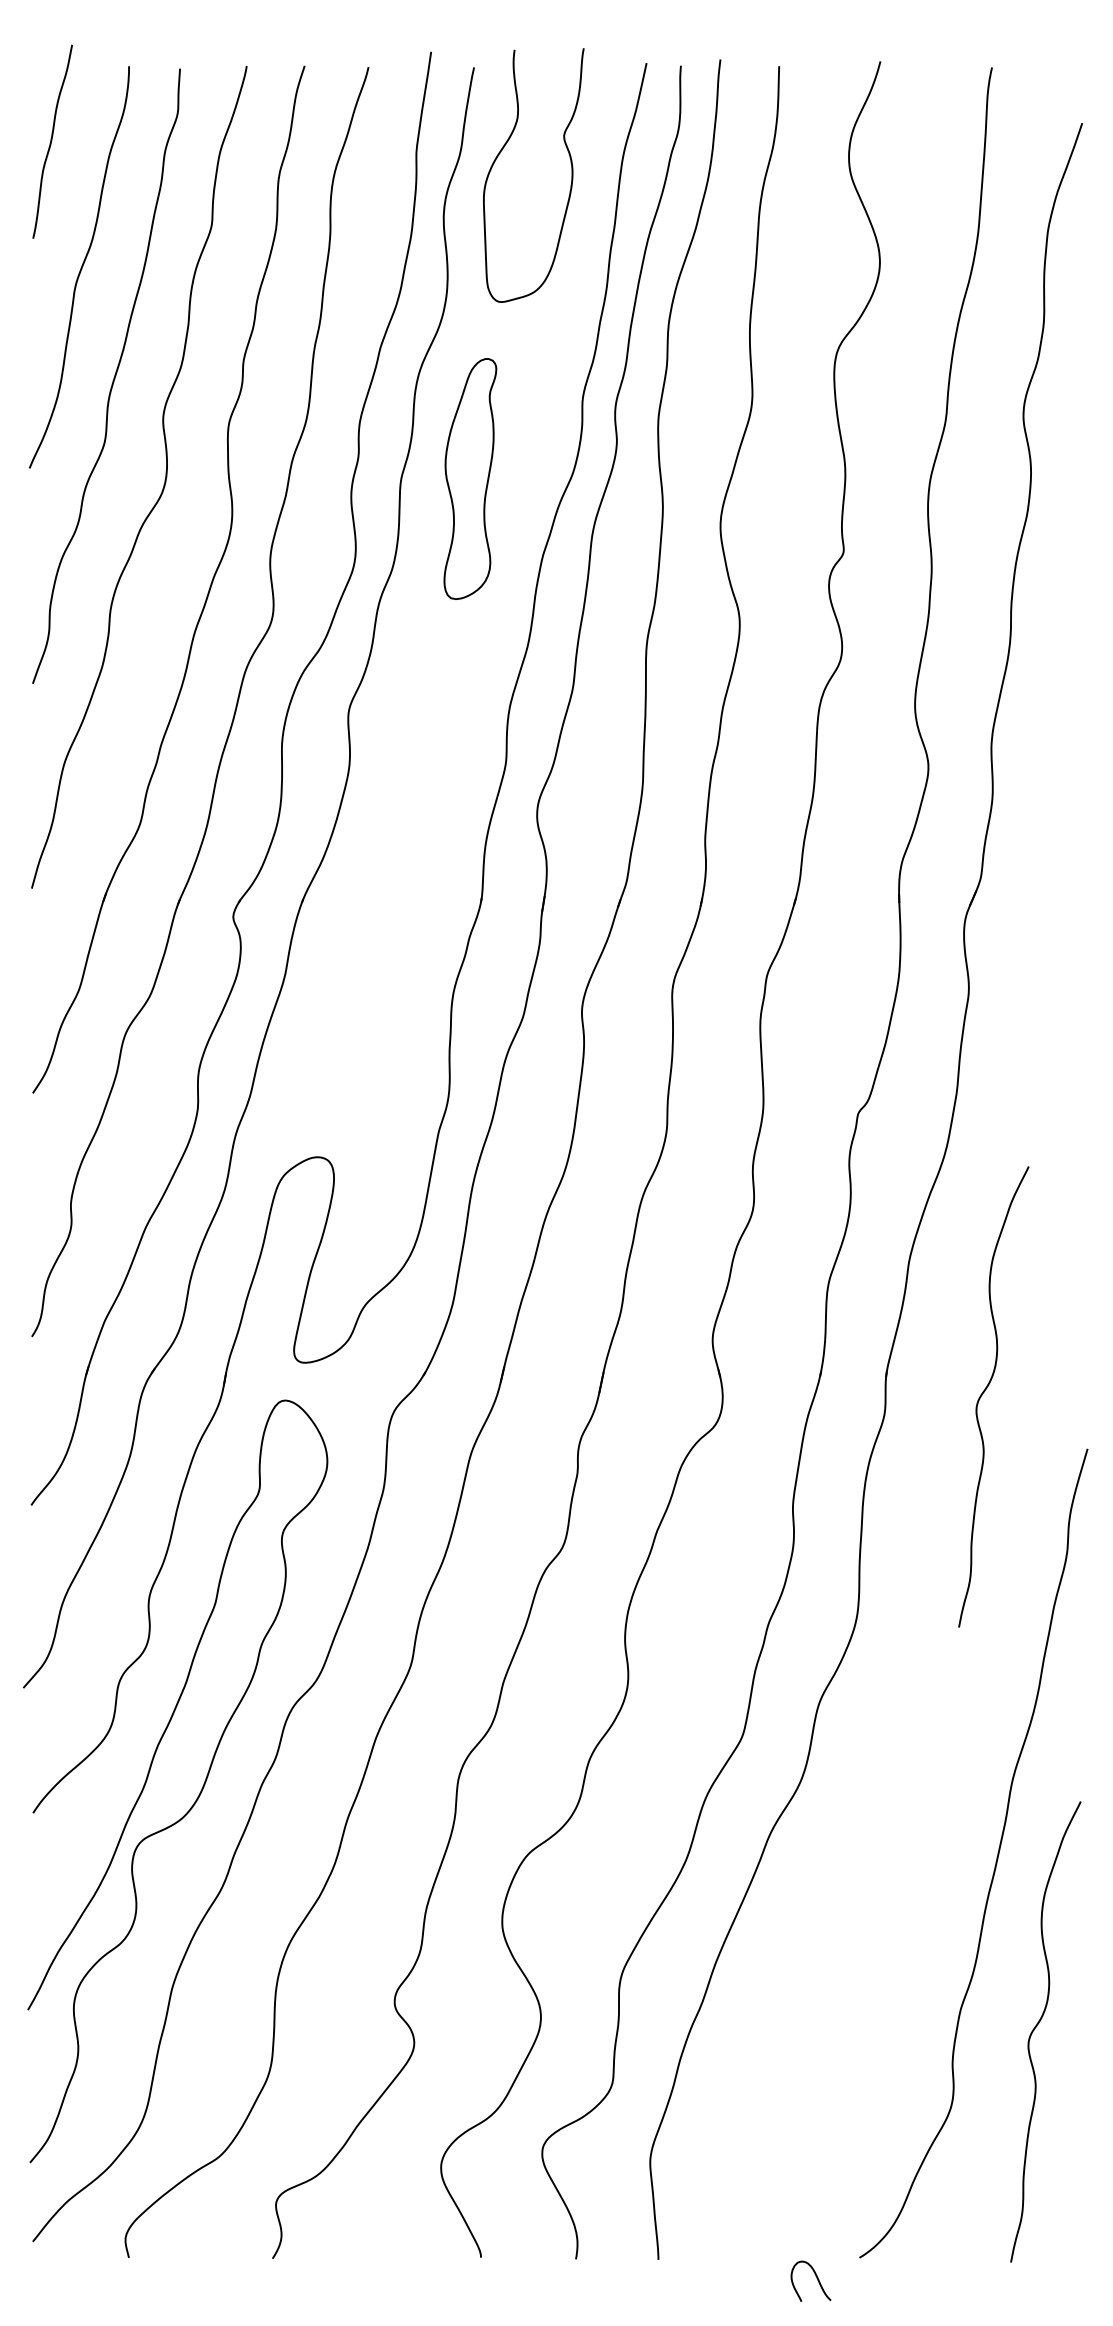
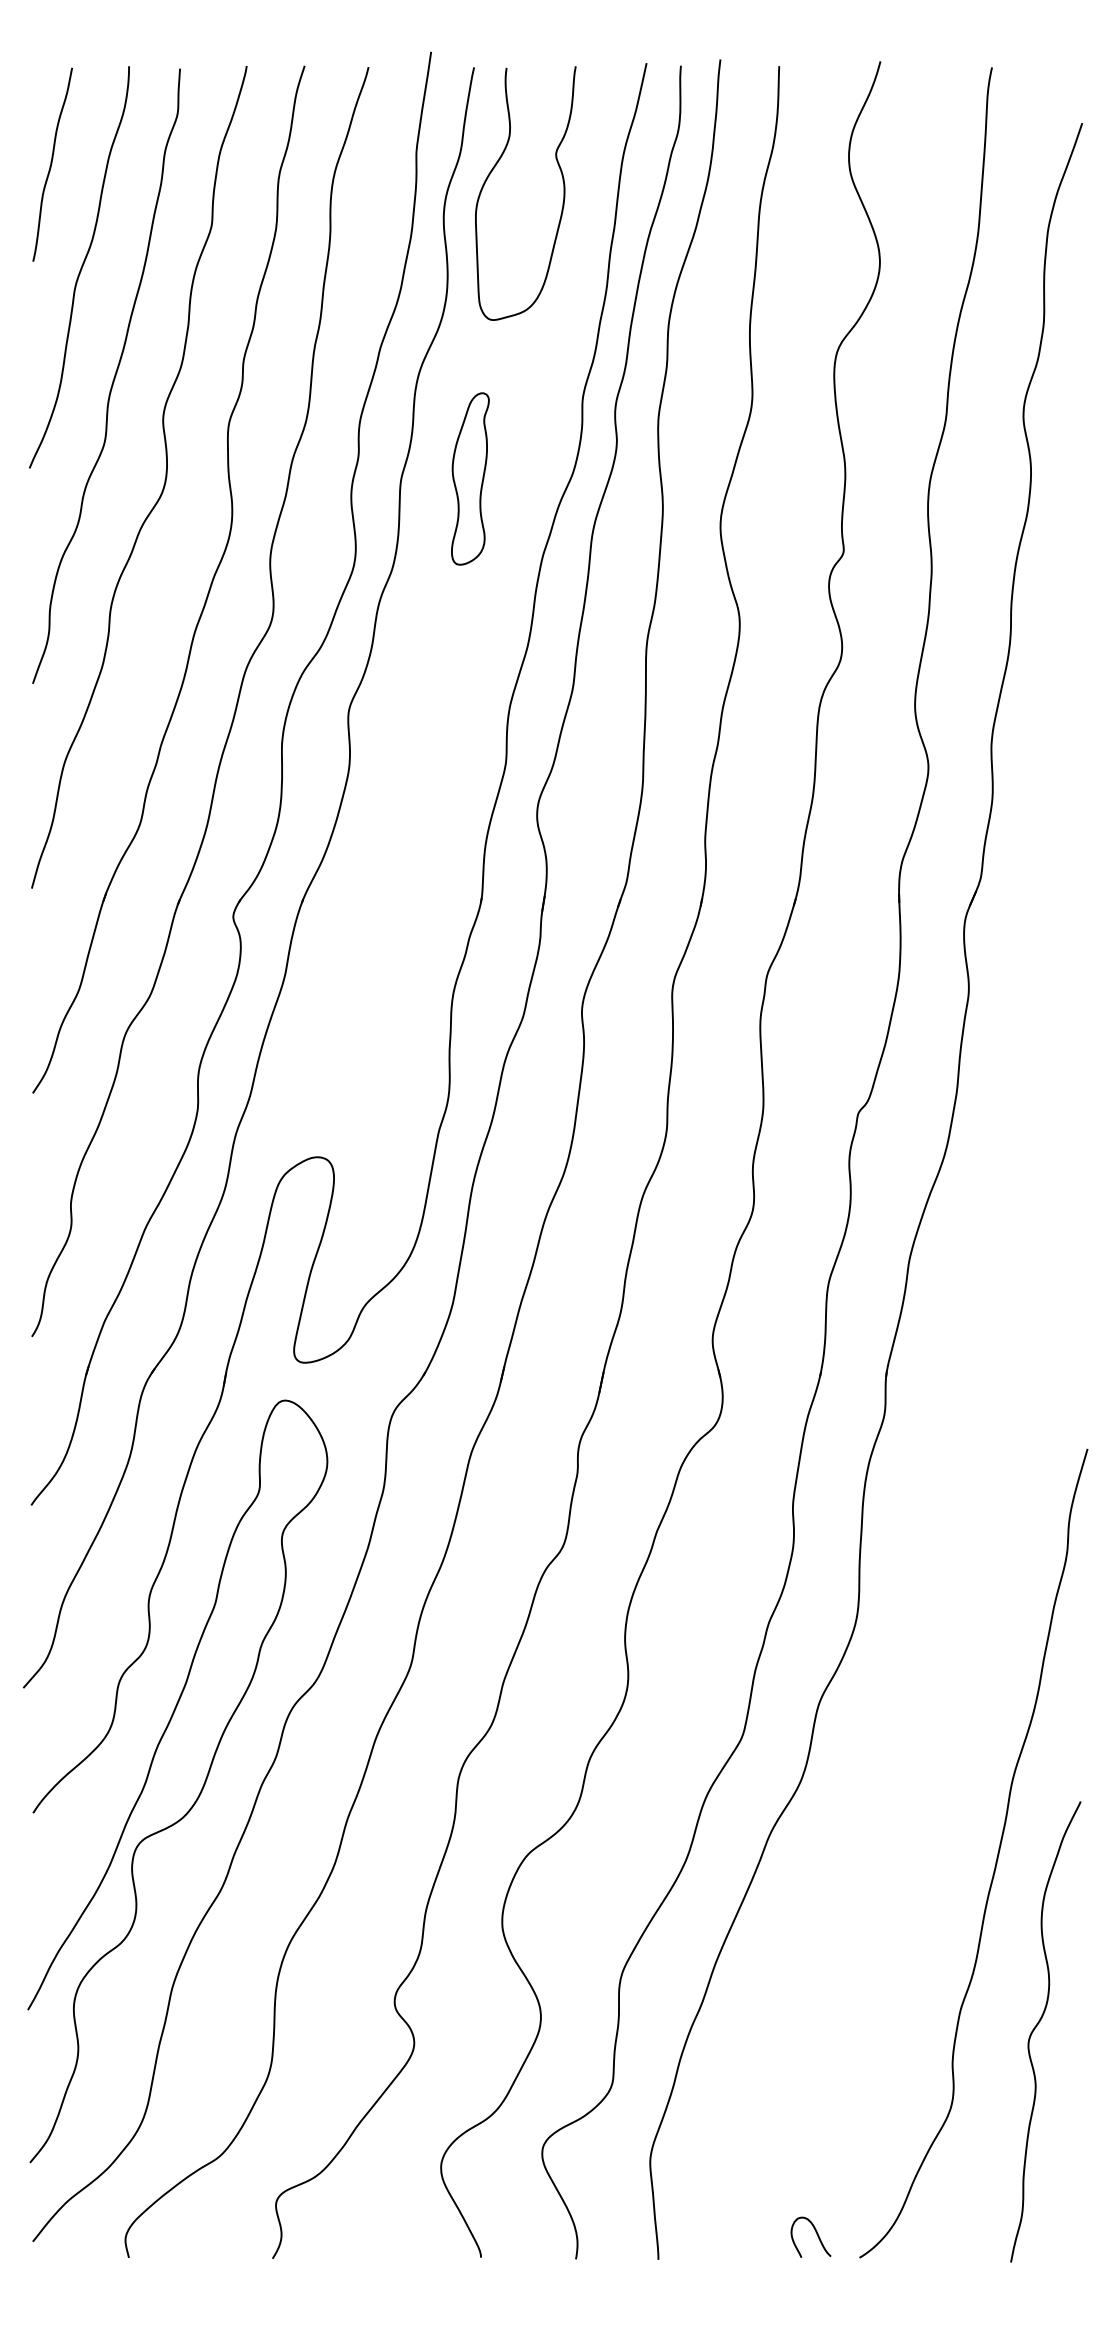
curve at (52, 141) position: (52, 141) -> (52, 164)
curve at (571, 175) position: (571, 175) -> (563, 193)
part at (470, 478) size: 55x242 px -> 39x174 px
curve at (985, 1391): present -> none
curve at (816, 2278) position: (816, 2278) -> (816, 2234)
